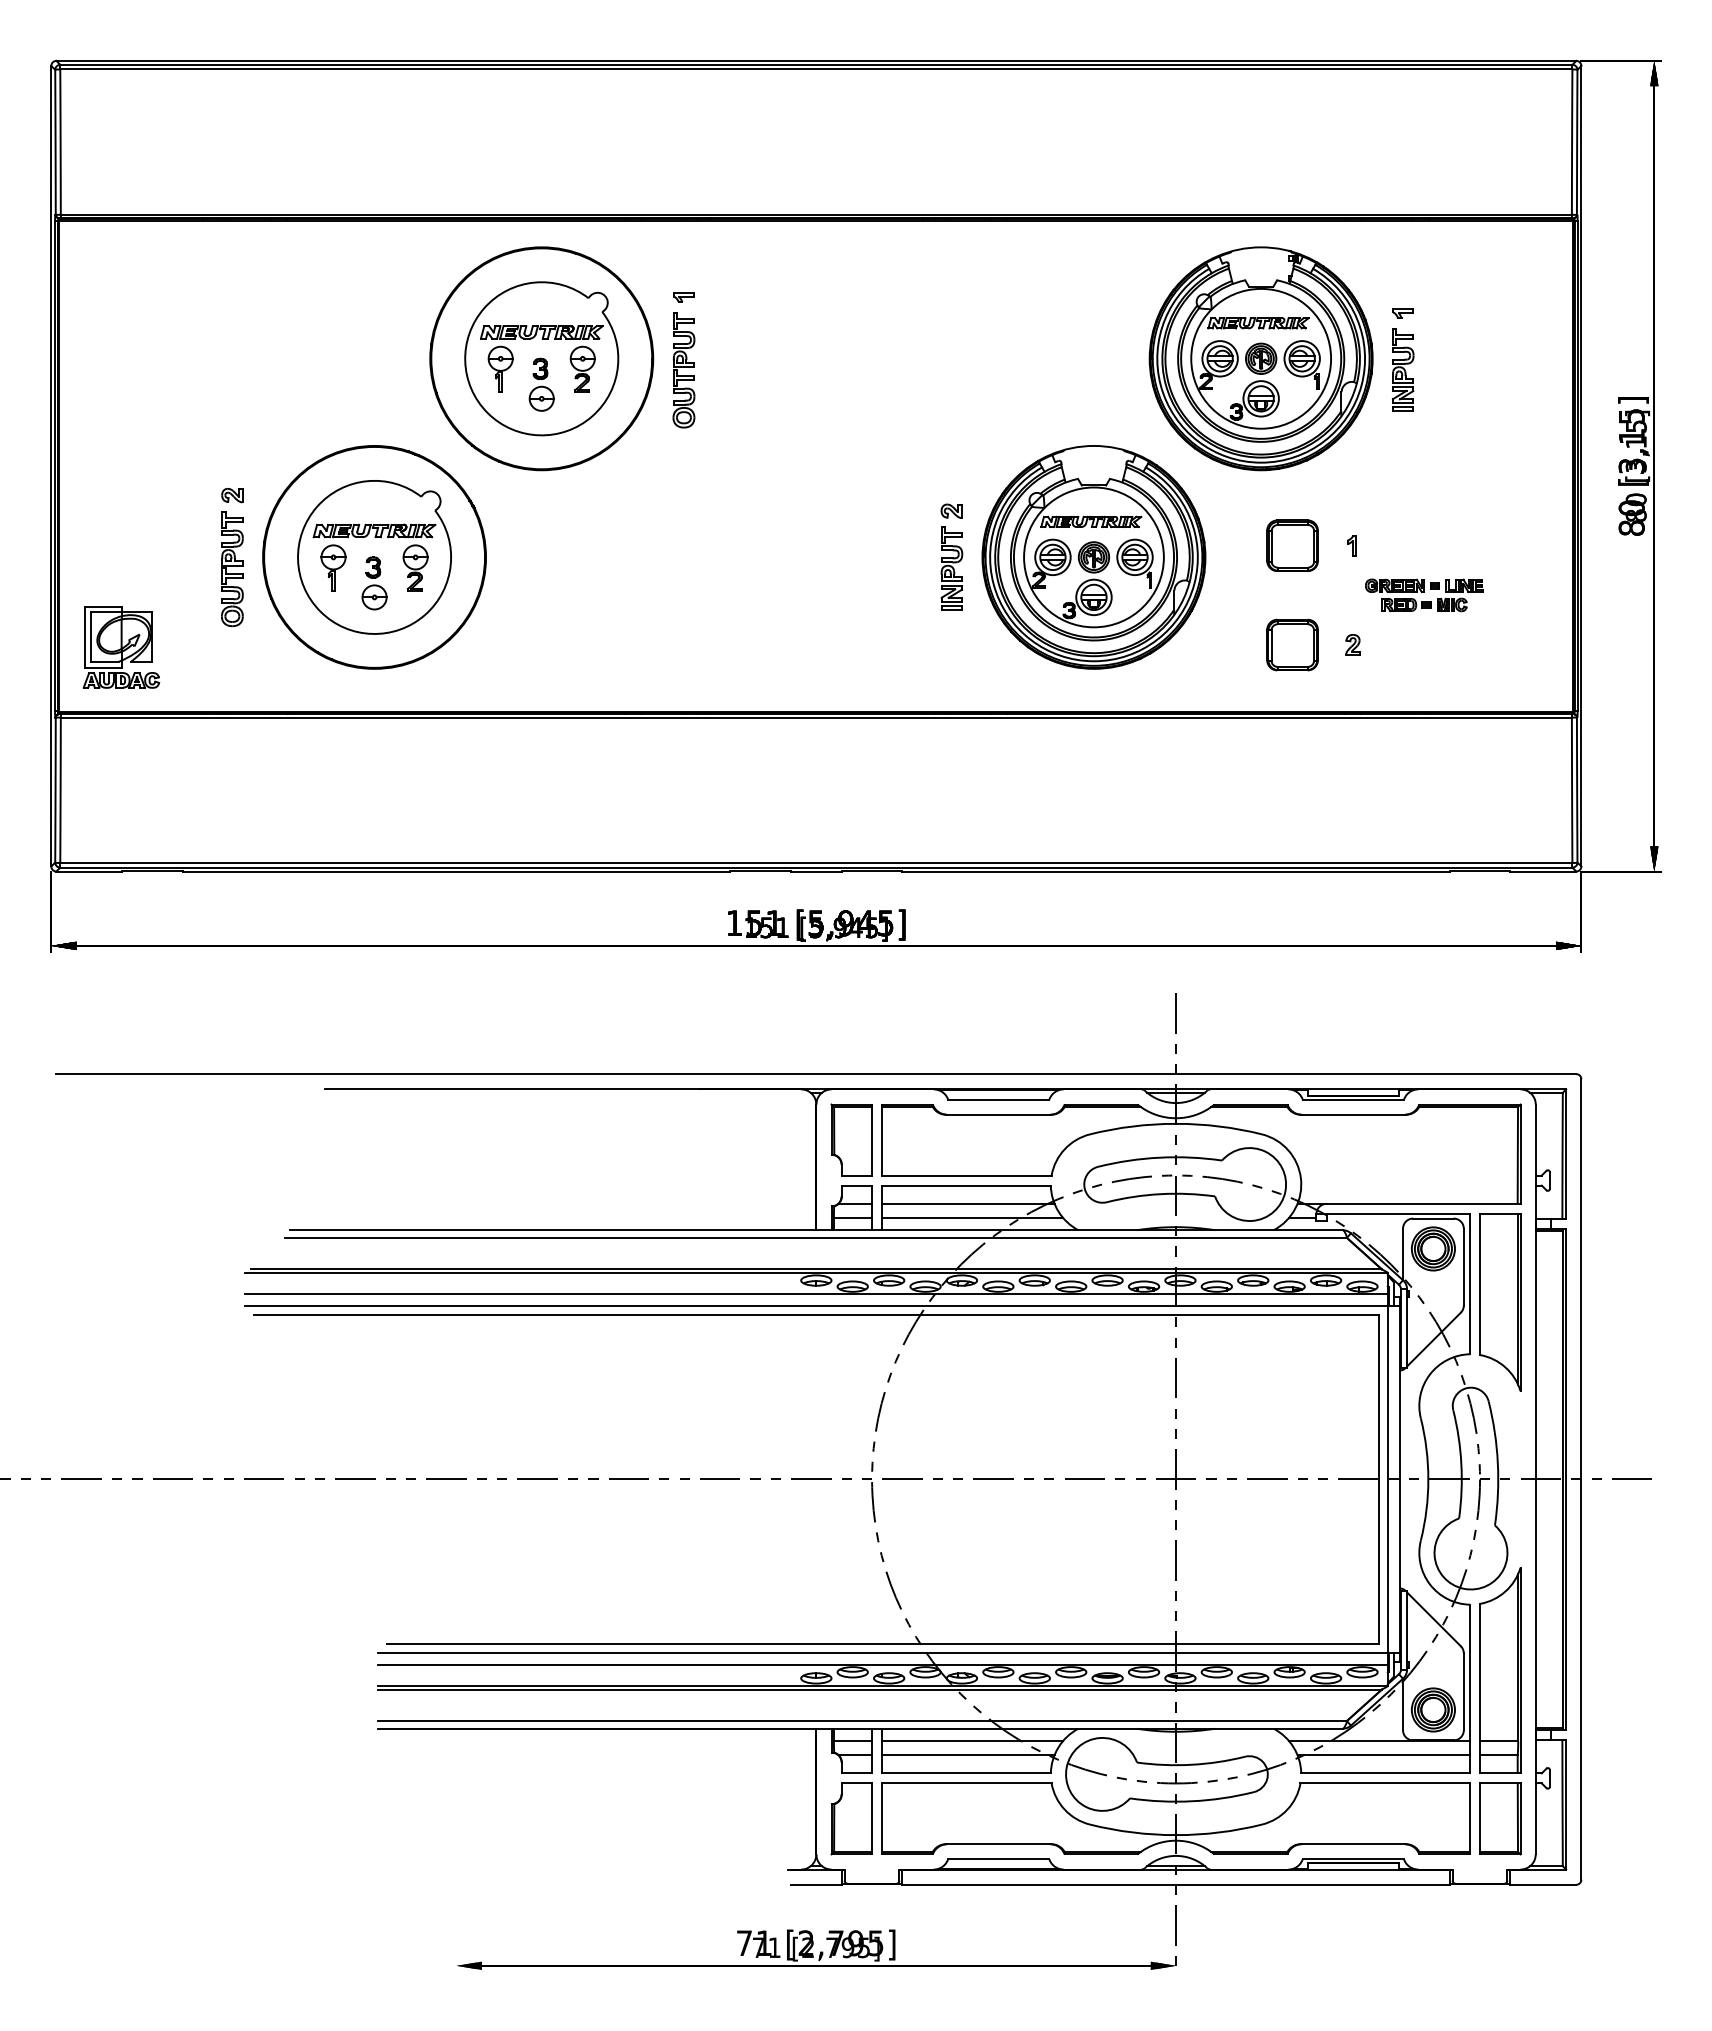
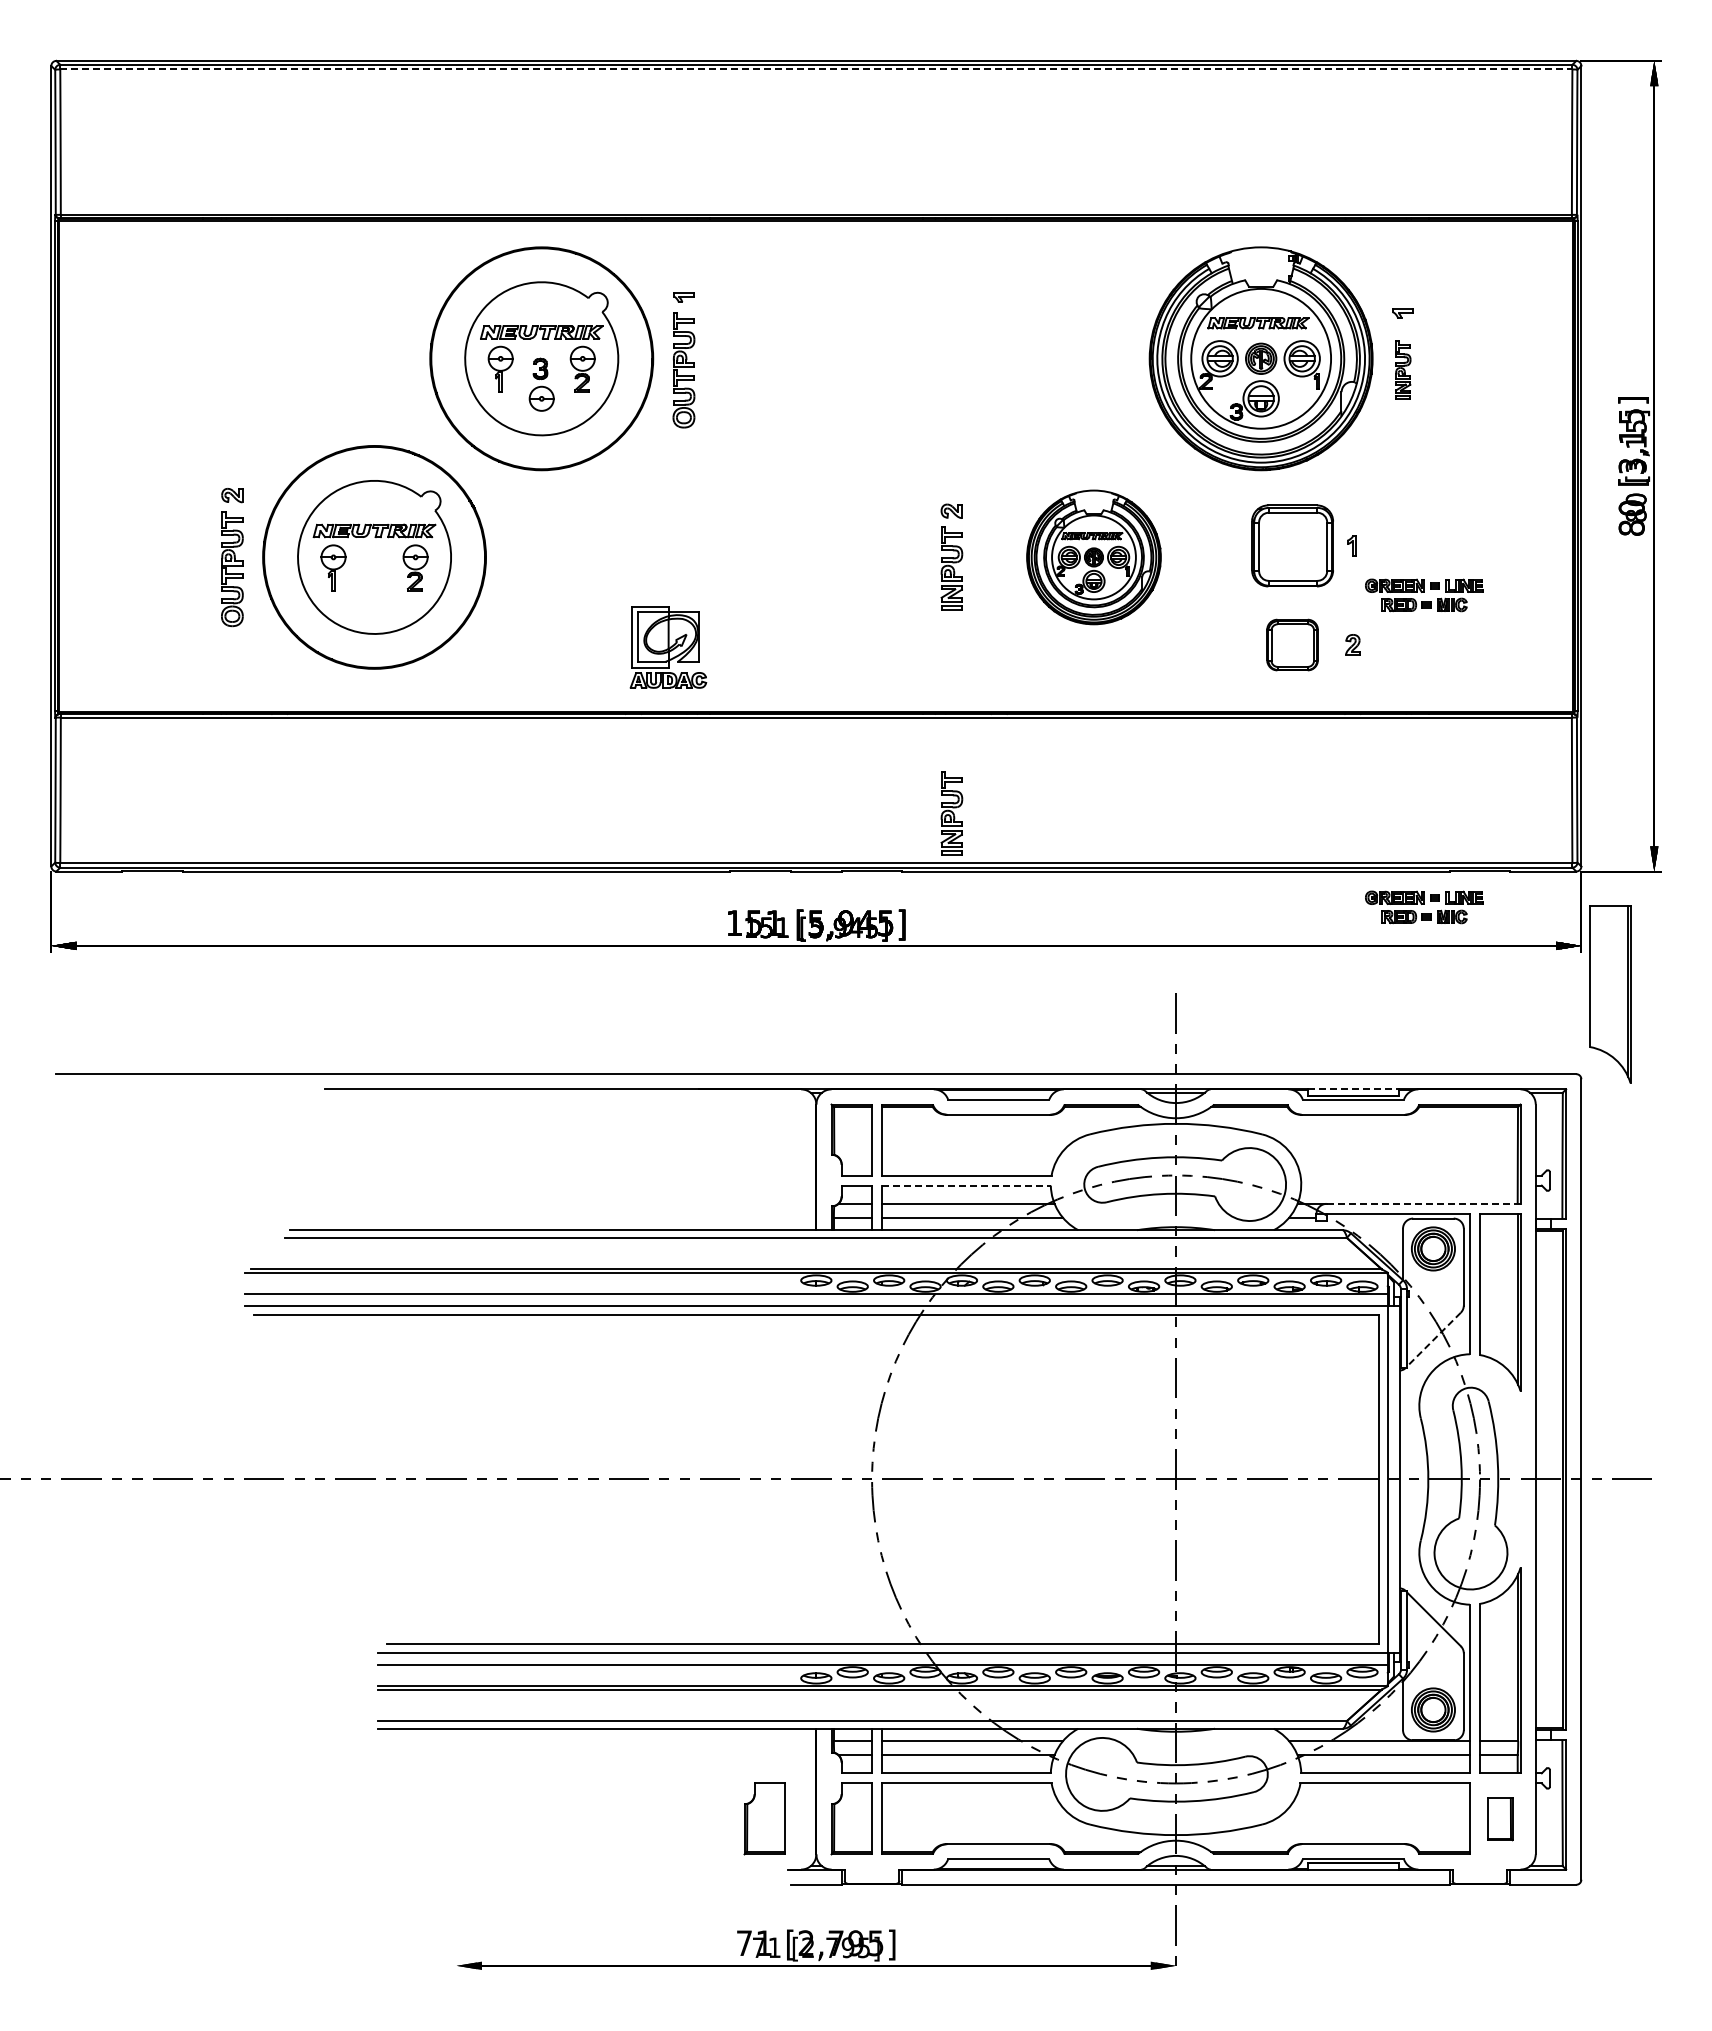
line at (816, 69): solid -> dashed
part at (1403, 369) size: 23x84 px -> 17x60 px
part at (1292, 545) size: 53x53 px -> 83x84 px
part at (1093, 557) size: 226x225 px -> 136x137 px
part at (374, 583): present -> none
part at (121, 647) position: (121, 647) -> (668, 647)
part at (951, 813): none -> present
part at (1424, 907): none -> present
part at (1610, 994): none -> present
line at (1353, 1089): solid -> dashed
line at (967, 1185): solid -> dashed
line at (1423, 1203): solid -> dashed
line at (1433, 1339): solid -> dashed
part at (764, 1818): none -> present
part at (1500, 1818) size: 43x74 px -> 27x45 px
